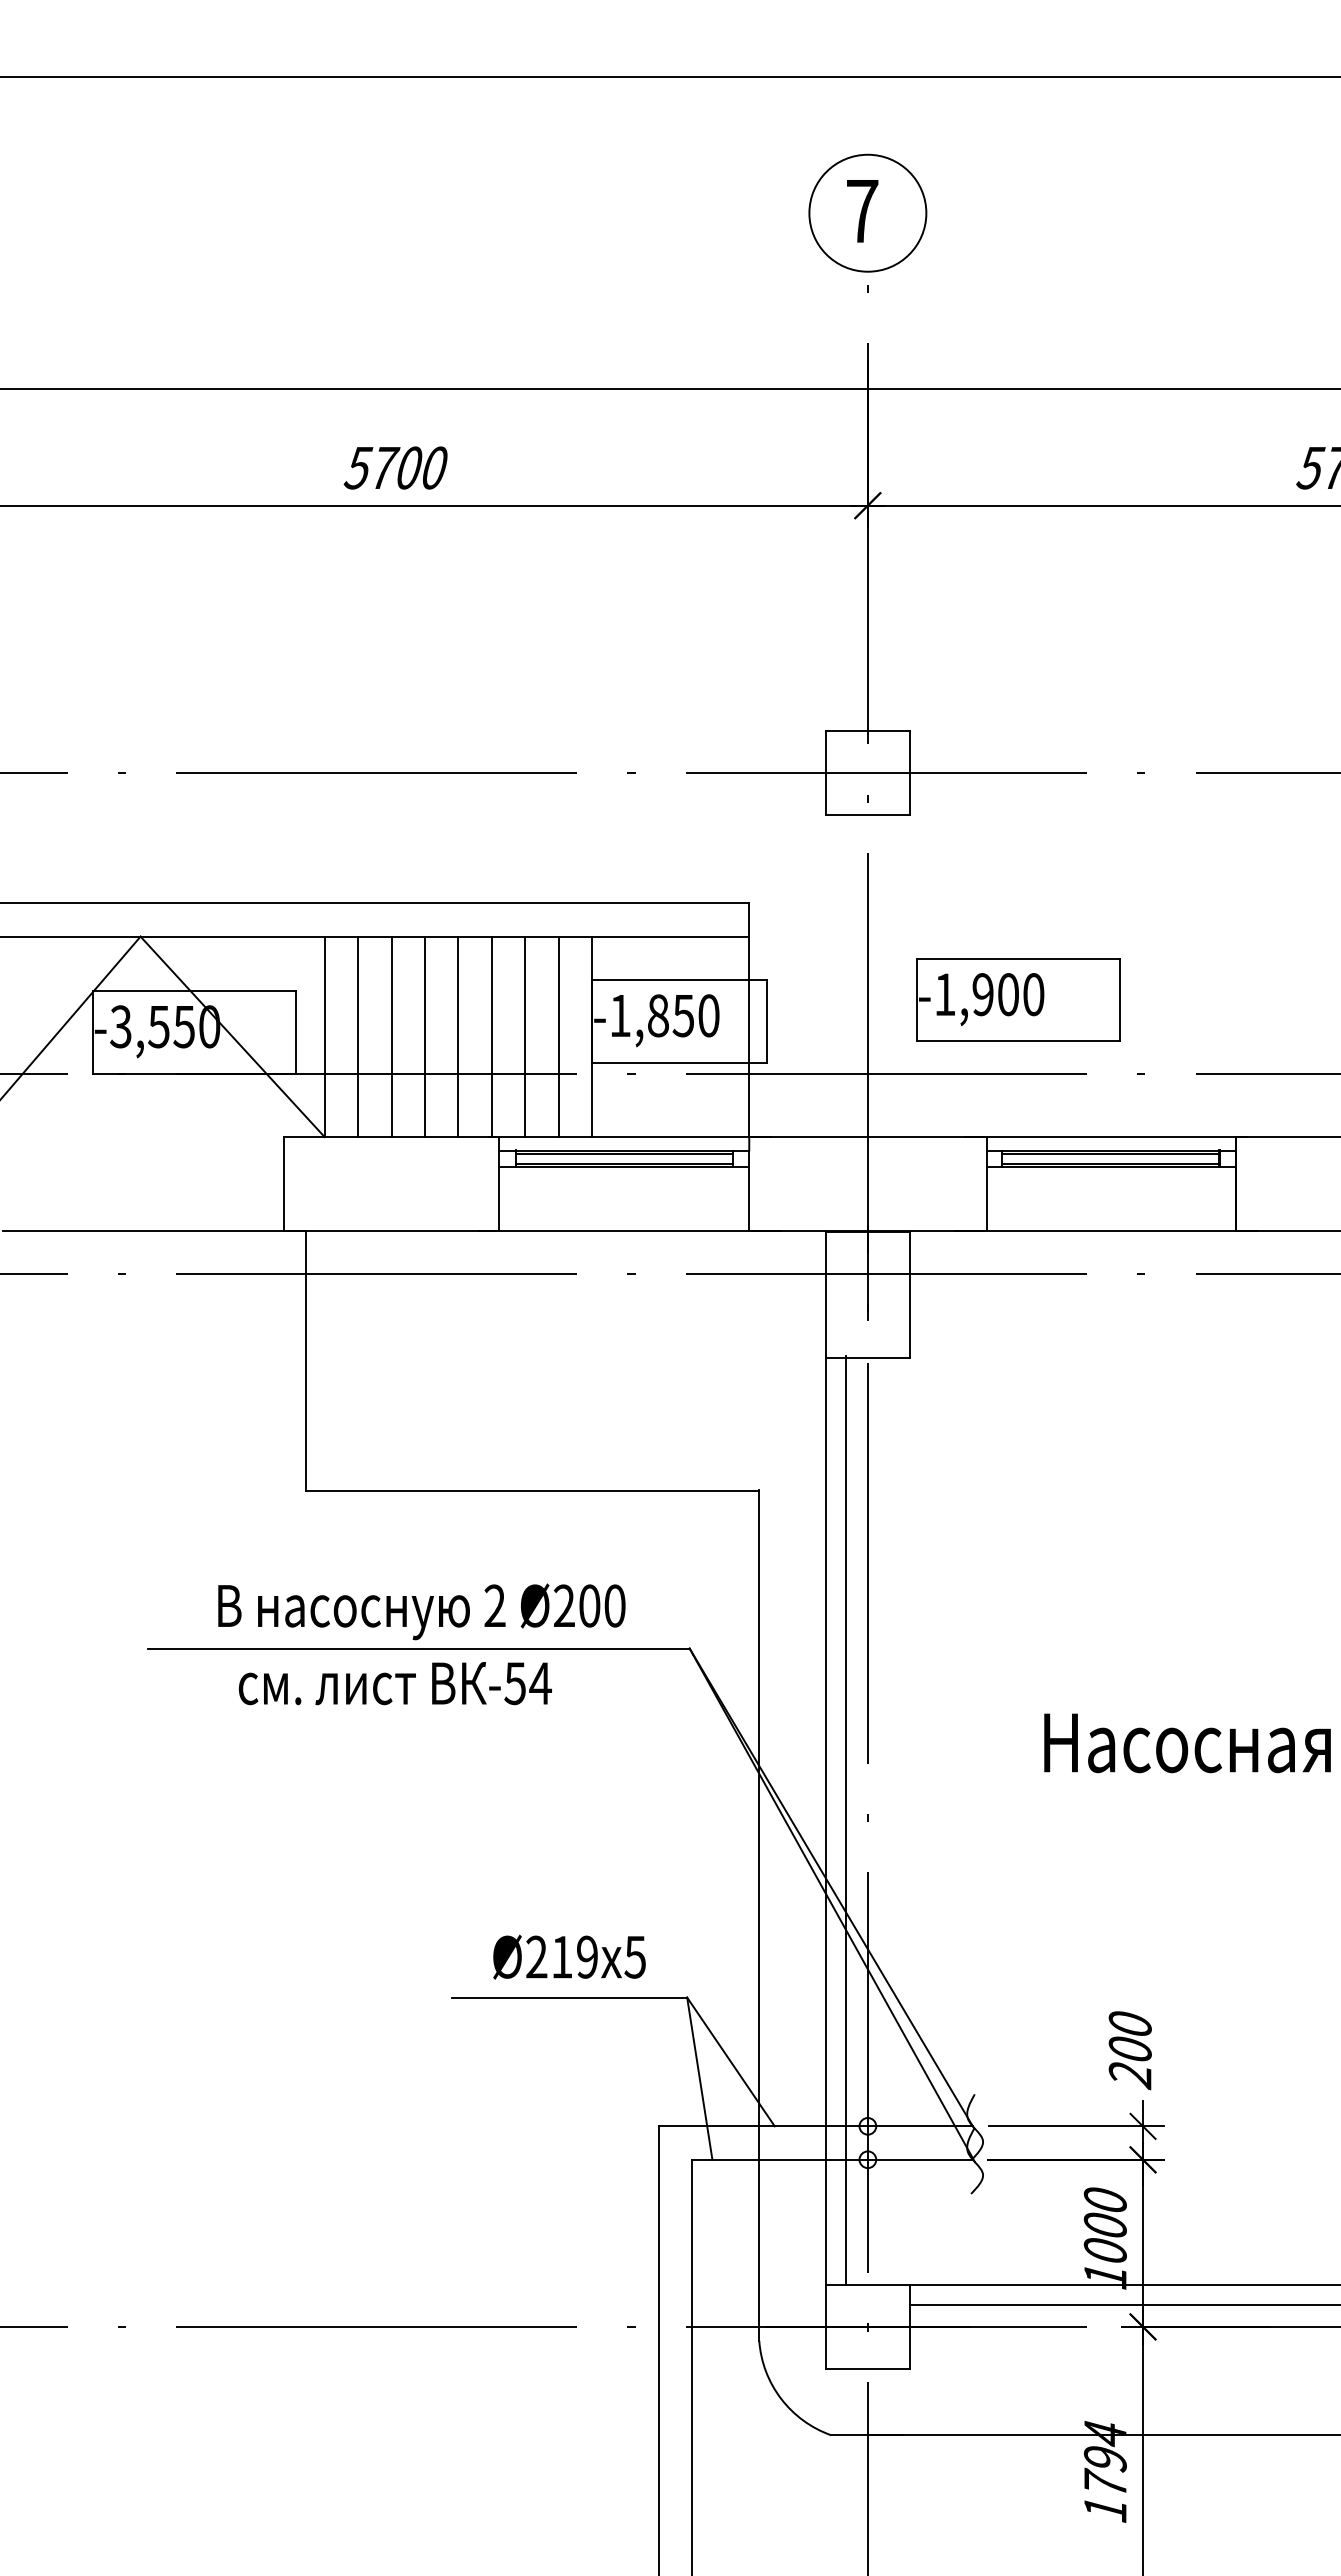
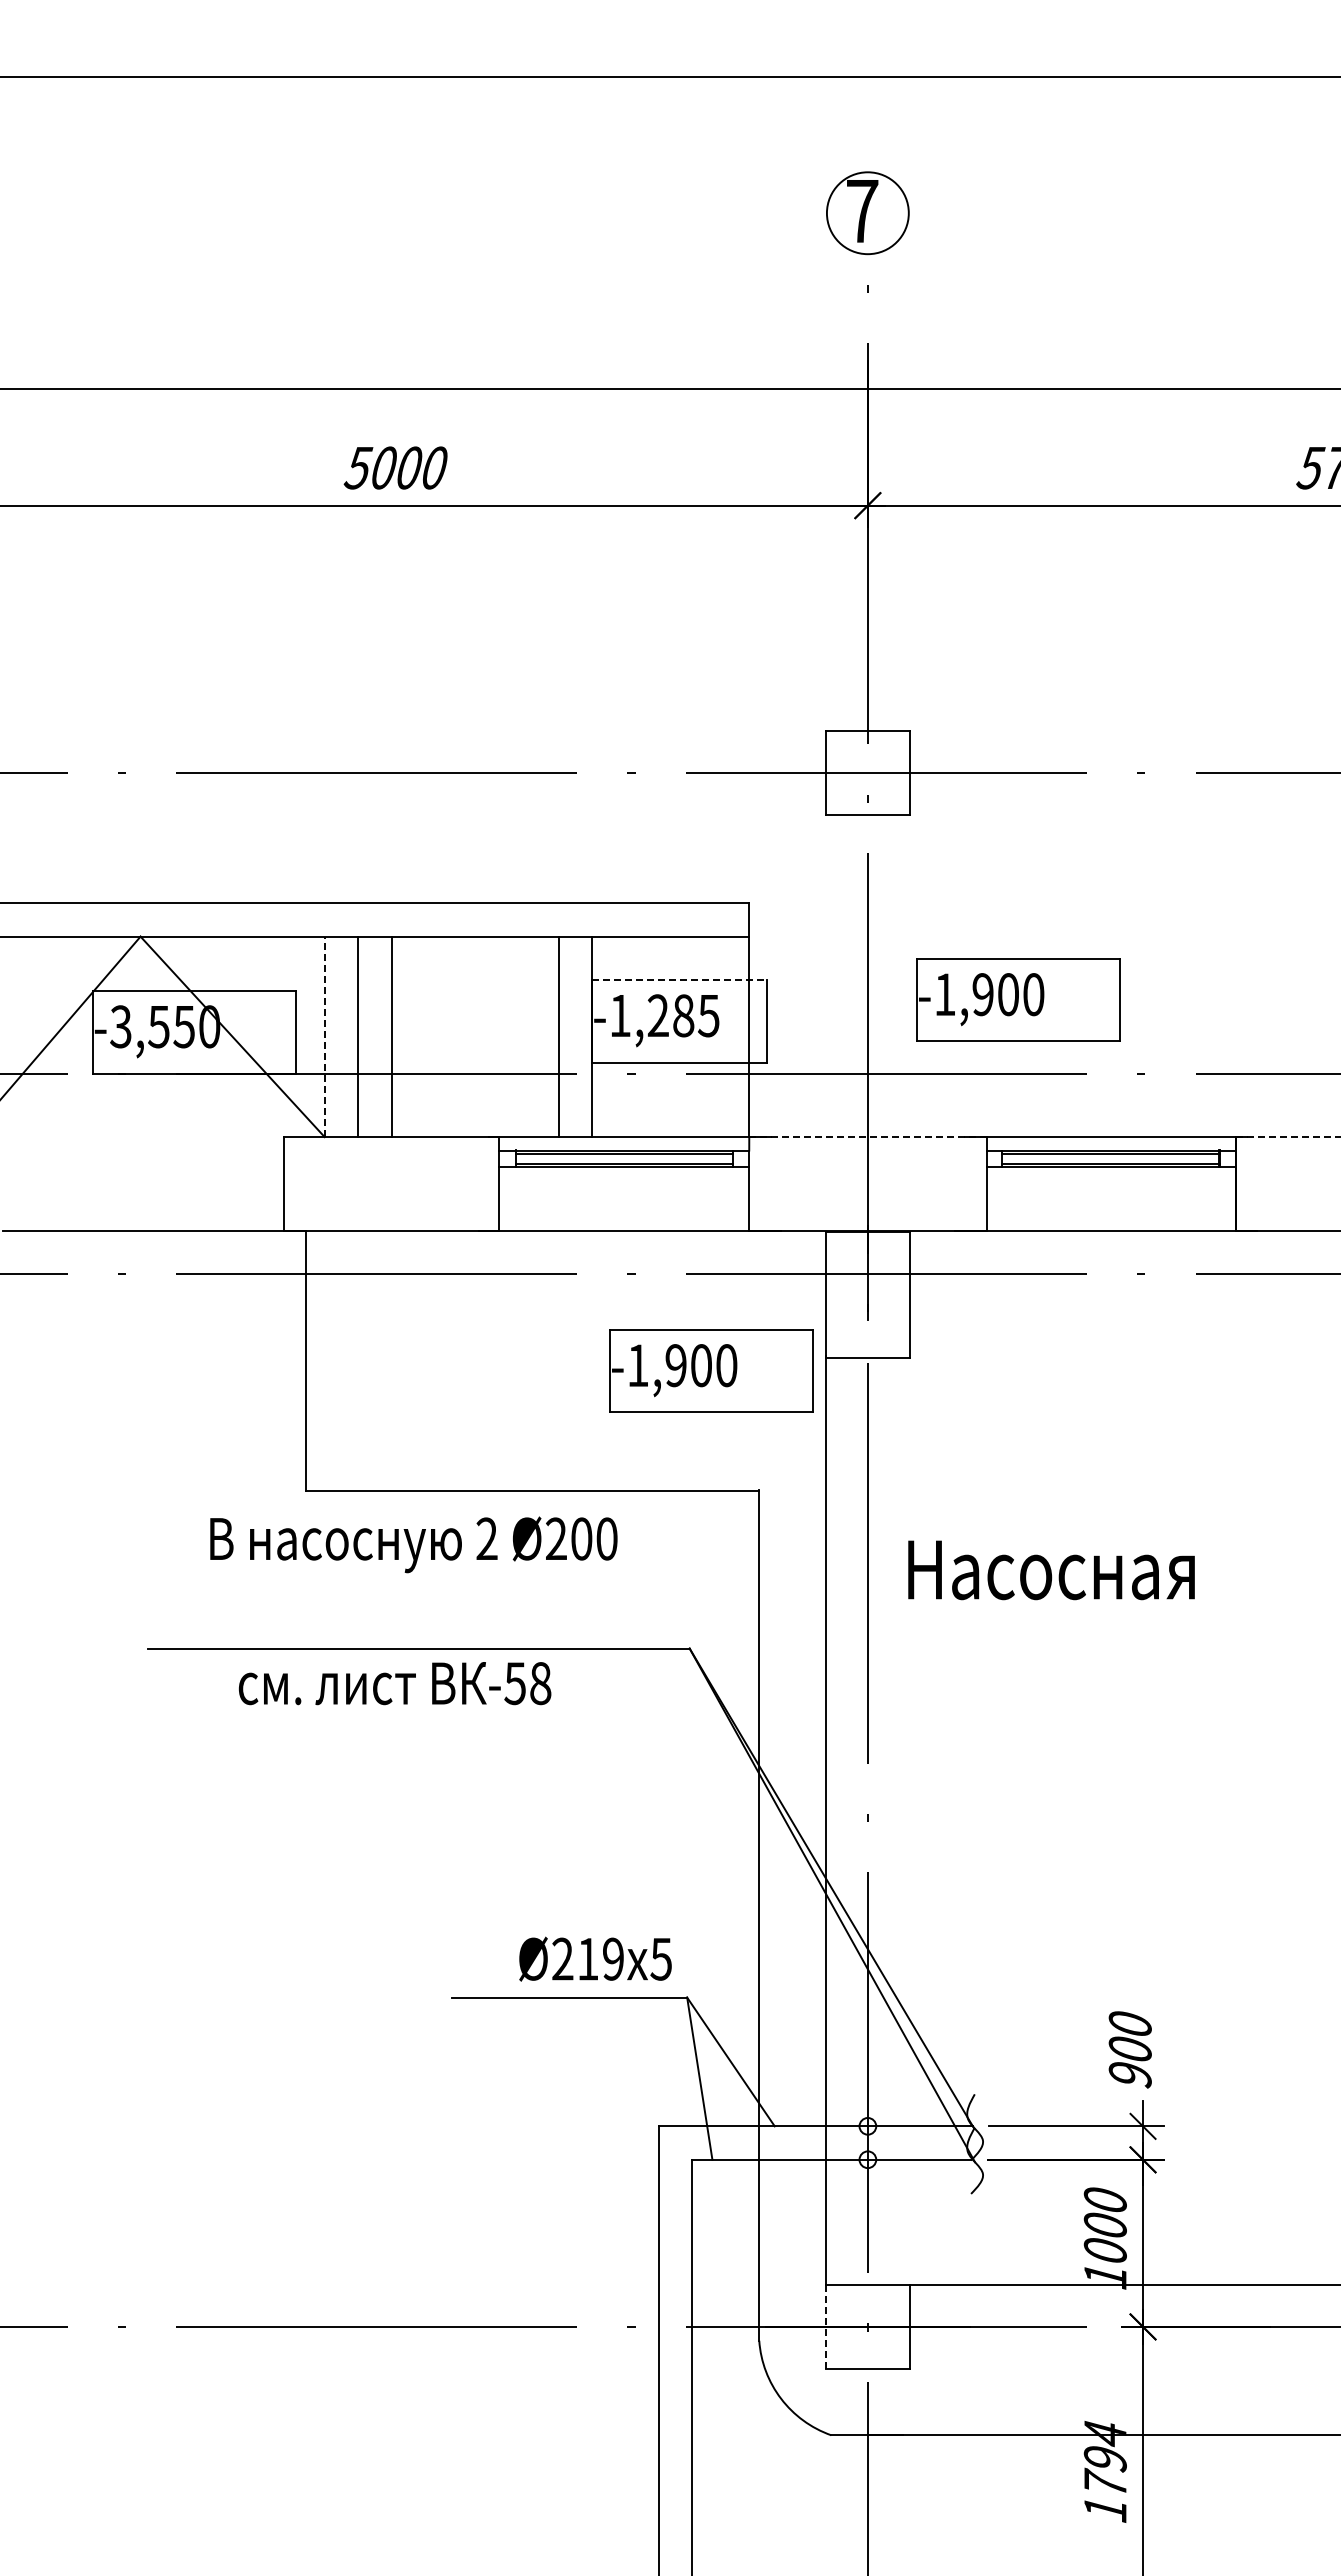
circle at (867, 212) diameter: 117 px -> 82 px
text at (386, 467): 5700 -> 5000
line at (679, 979): solid -> dashed
text at (683, 1015): -1,850 -> -1,285
line at (324, 1036): solid -> dashed
line at (424, 1036): present -> none
line at (458, 1036): present -> none
line at (491, 1036): present -> none
line at (525, 1036): present -> none
line at (867, 1137): solid -> dashed
line at (1288, 1137): solid -> dashed
part at (711, 1370): none -> present
text at (421, 1611) position: (421, 1611) -> (413, 1544)
text at (540, 1683): -54 -> -58
text at (1187, 1743) position: (1187, 1743) -> (1051, 1570)
line at (846, 1820): present -> none
text at (569, 1956) position: (569, 1956) -> (595, 1958)
text at (1130, 2076): 200 -> 900
line at (1123, 2305): present -> none
line at (826, 2326): solid -> dashed
